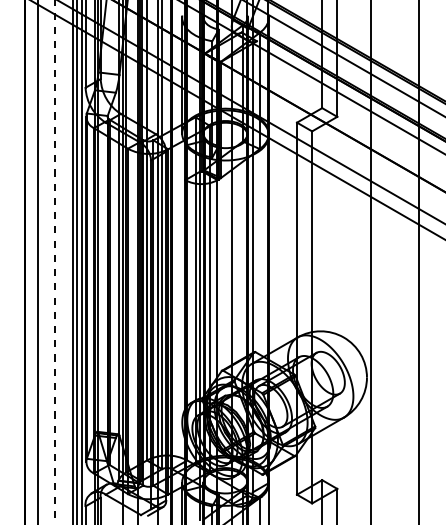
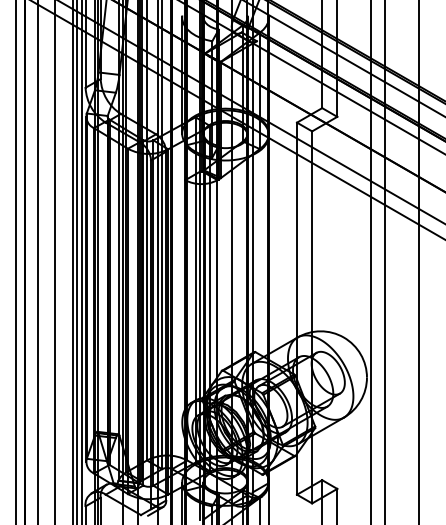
line at (16, 261): none -> present
line at (384, 261): none -> present
line at (54, 262): dashed -> solid
